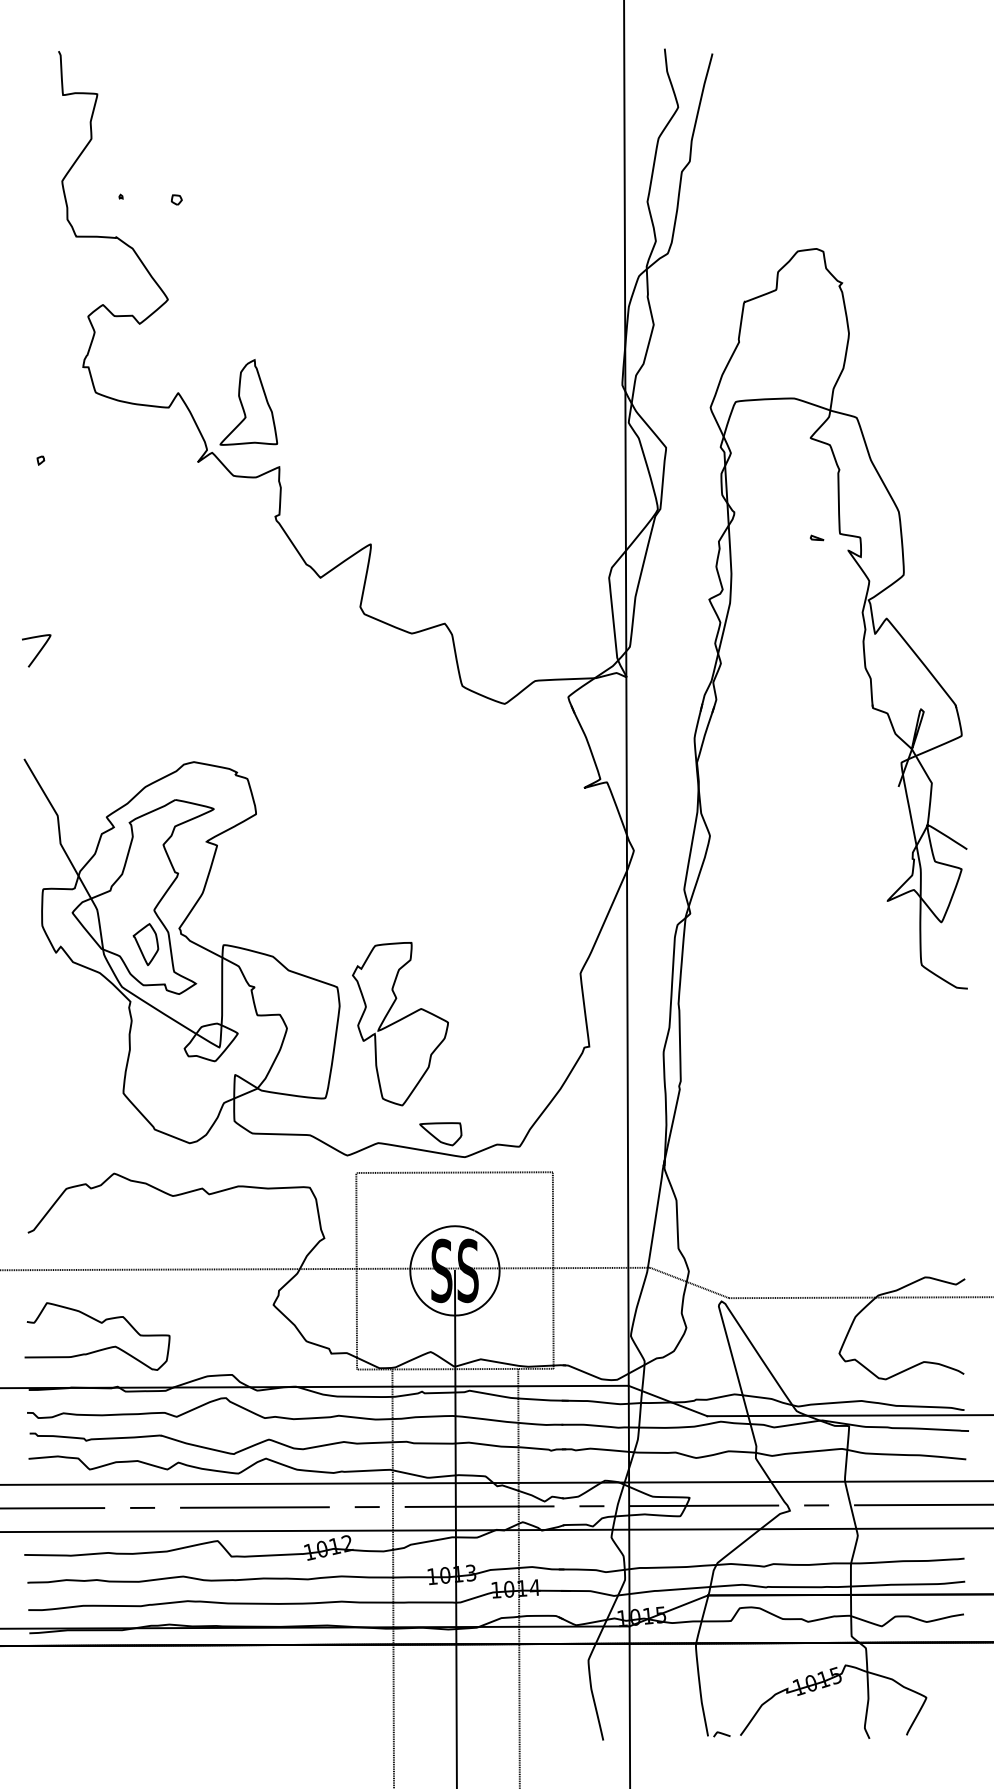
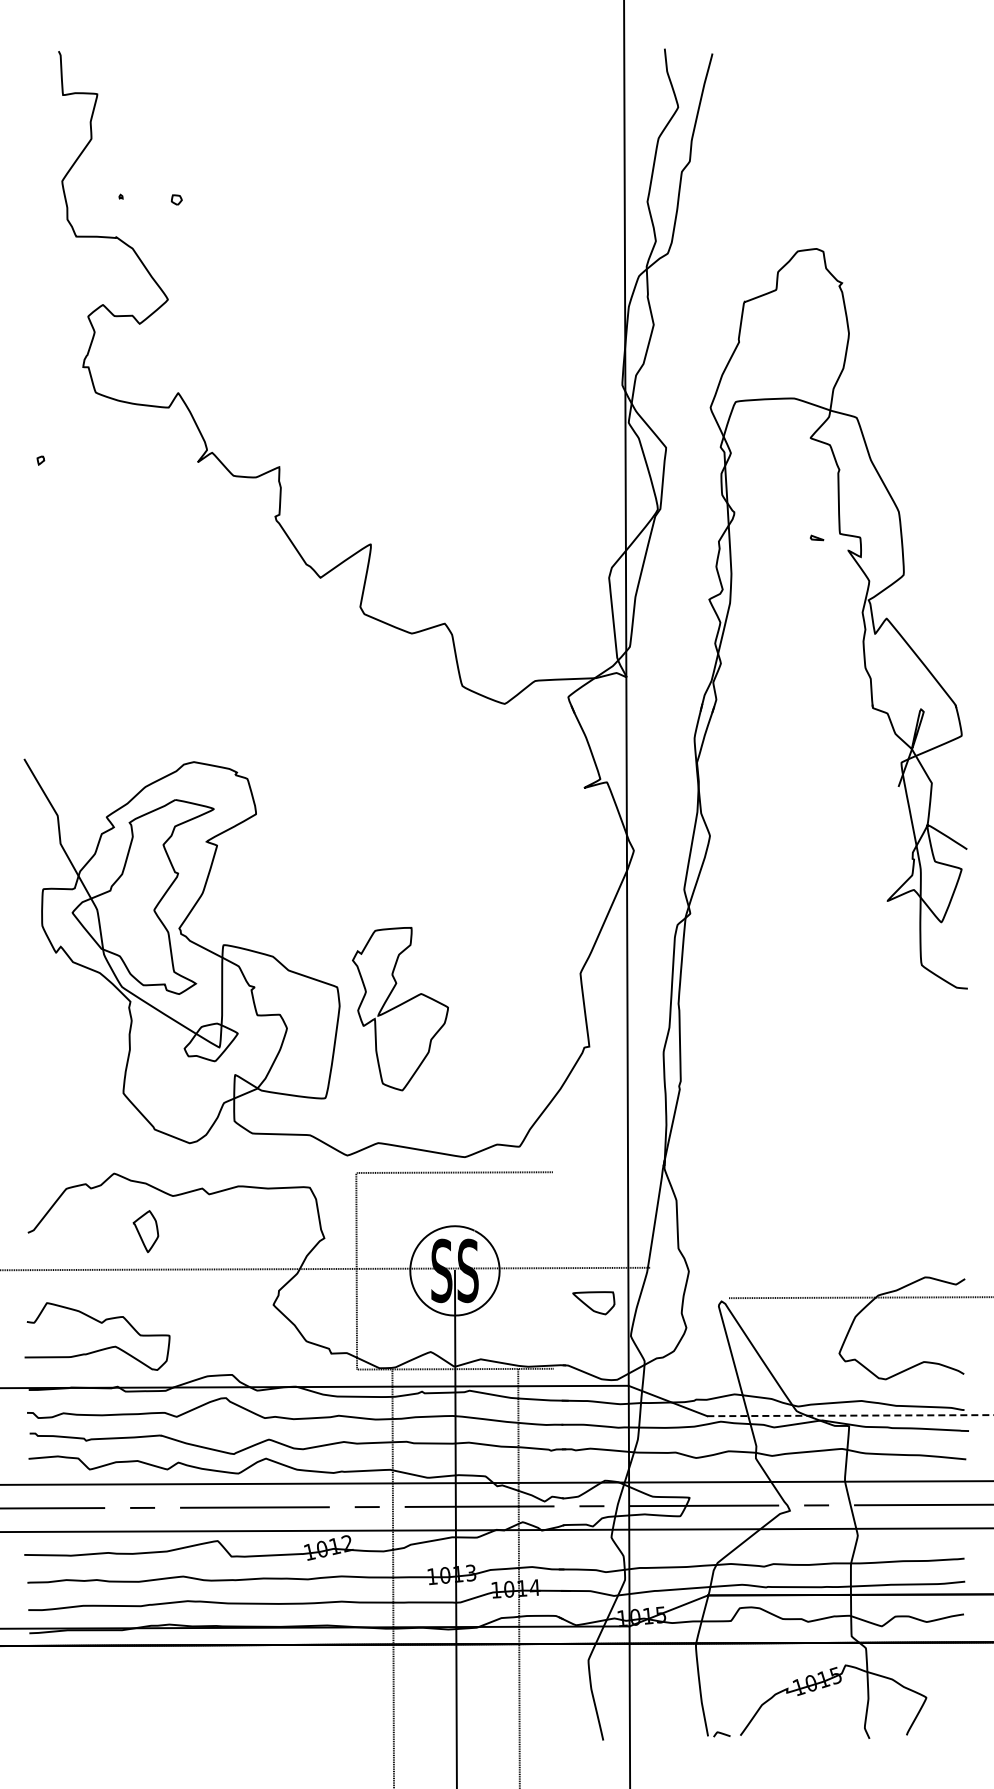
part at (248, 402): present -> none
curve at (38, 651): present -> none
part at (145, 944) position: (145, 944) -> (145, 1231)
part at (400, 1024) position: (400, 1024) -> (400, 1009)
part at (440, 1134) position: (440, 1134) -> (593, 1303)
line at (552, 1270): present -> none
line at (689, 1282): present -> none
line at (851, 1415): solid -> dashed
